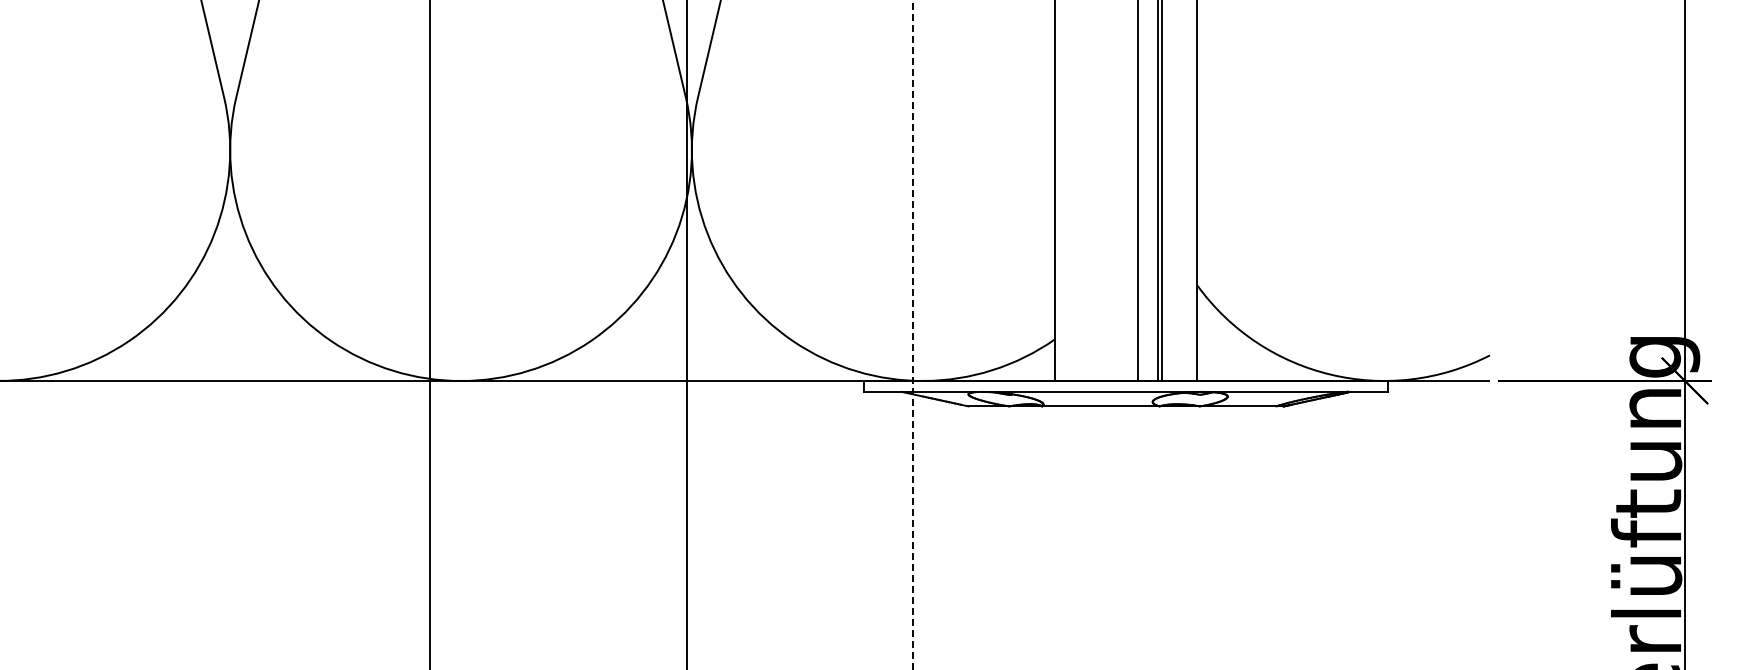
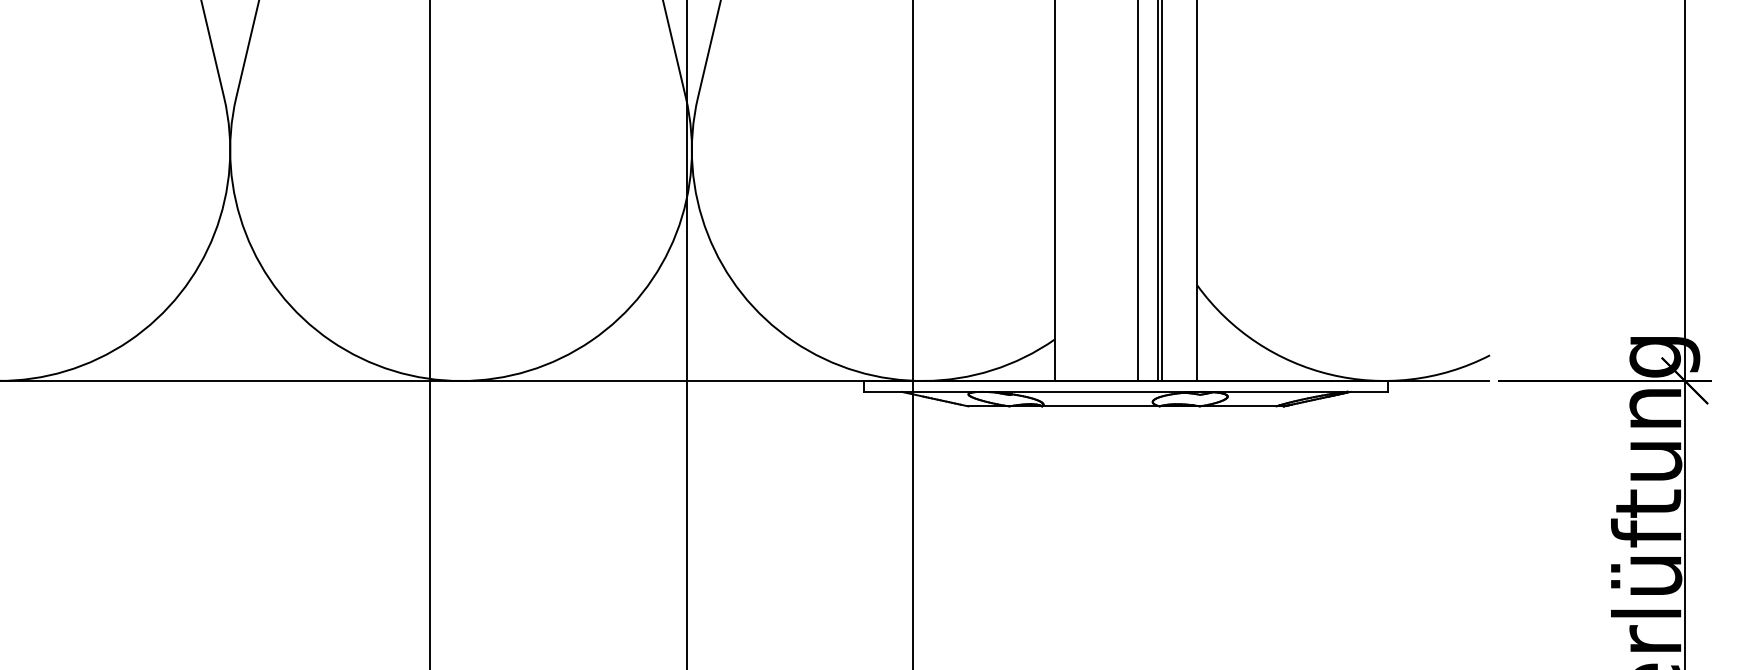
line at (912, 335): dashed -> solid
